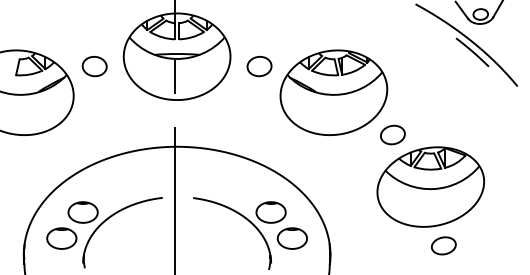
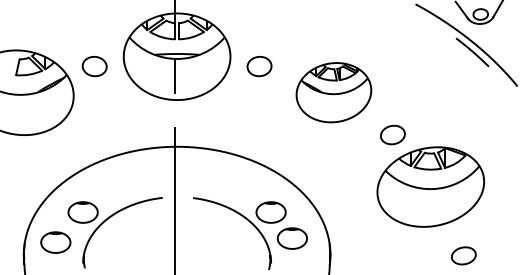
part at (333, 92) size: 110x87 px -> 78x62 px
part at (61, 238) position: (61, 238) -> (55, 242)
part at (443, 245) position: (443, 245) -> (463, 255)
